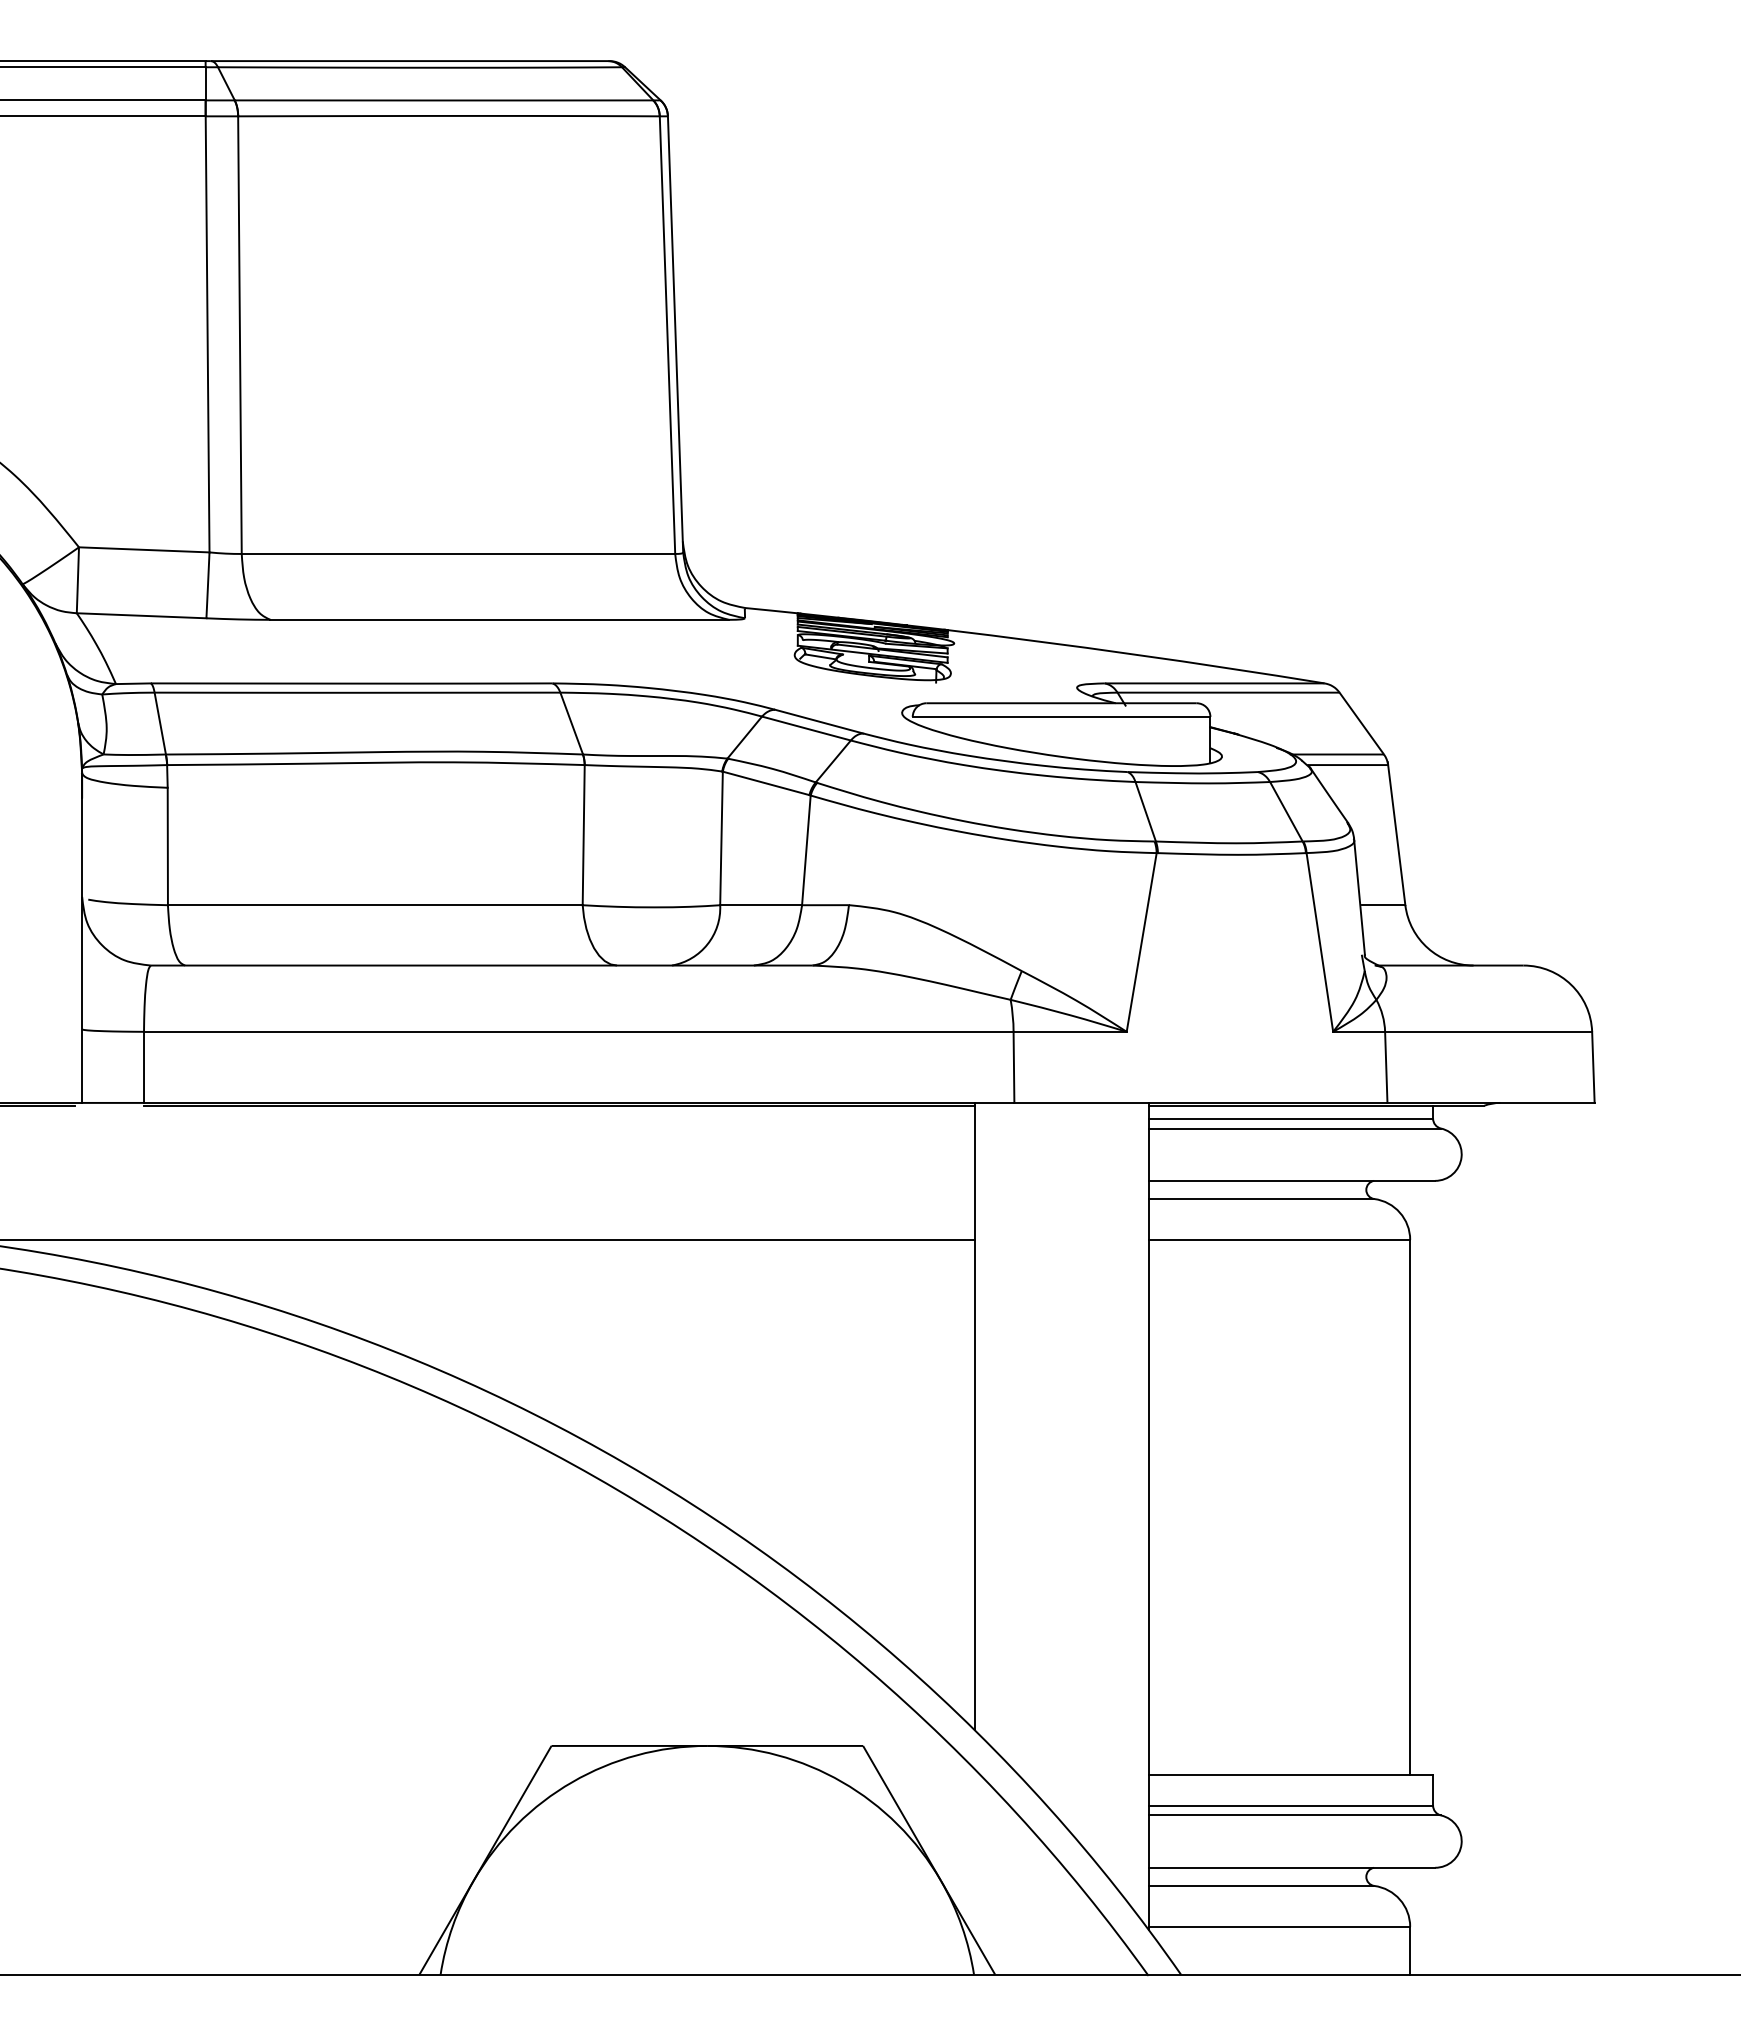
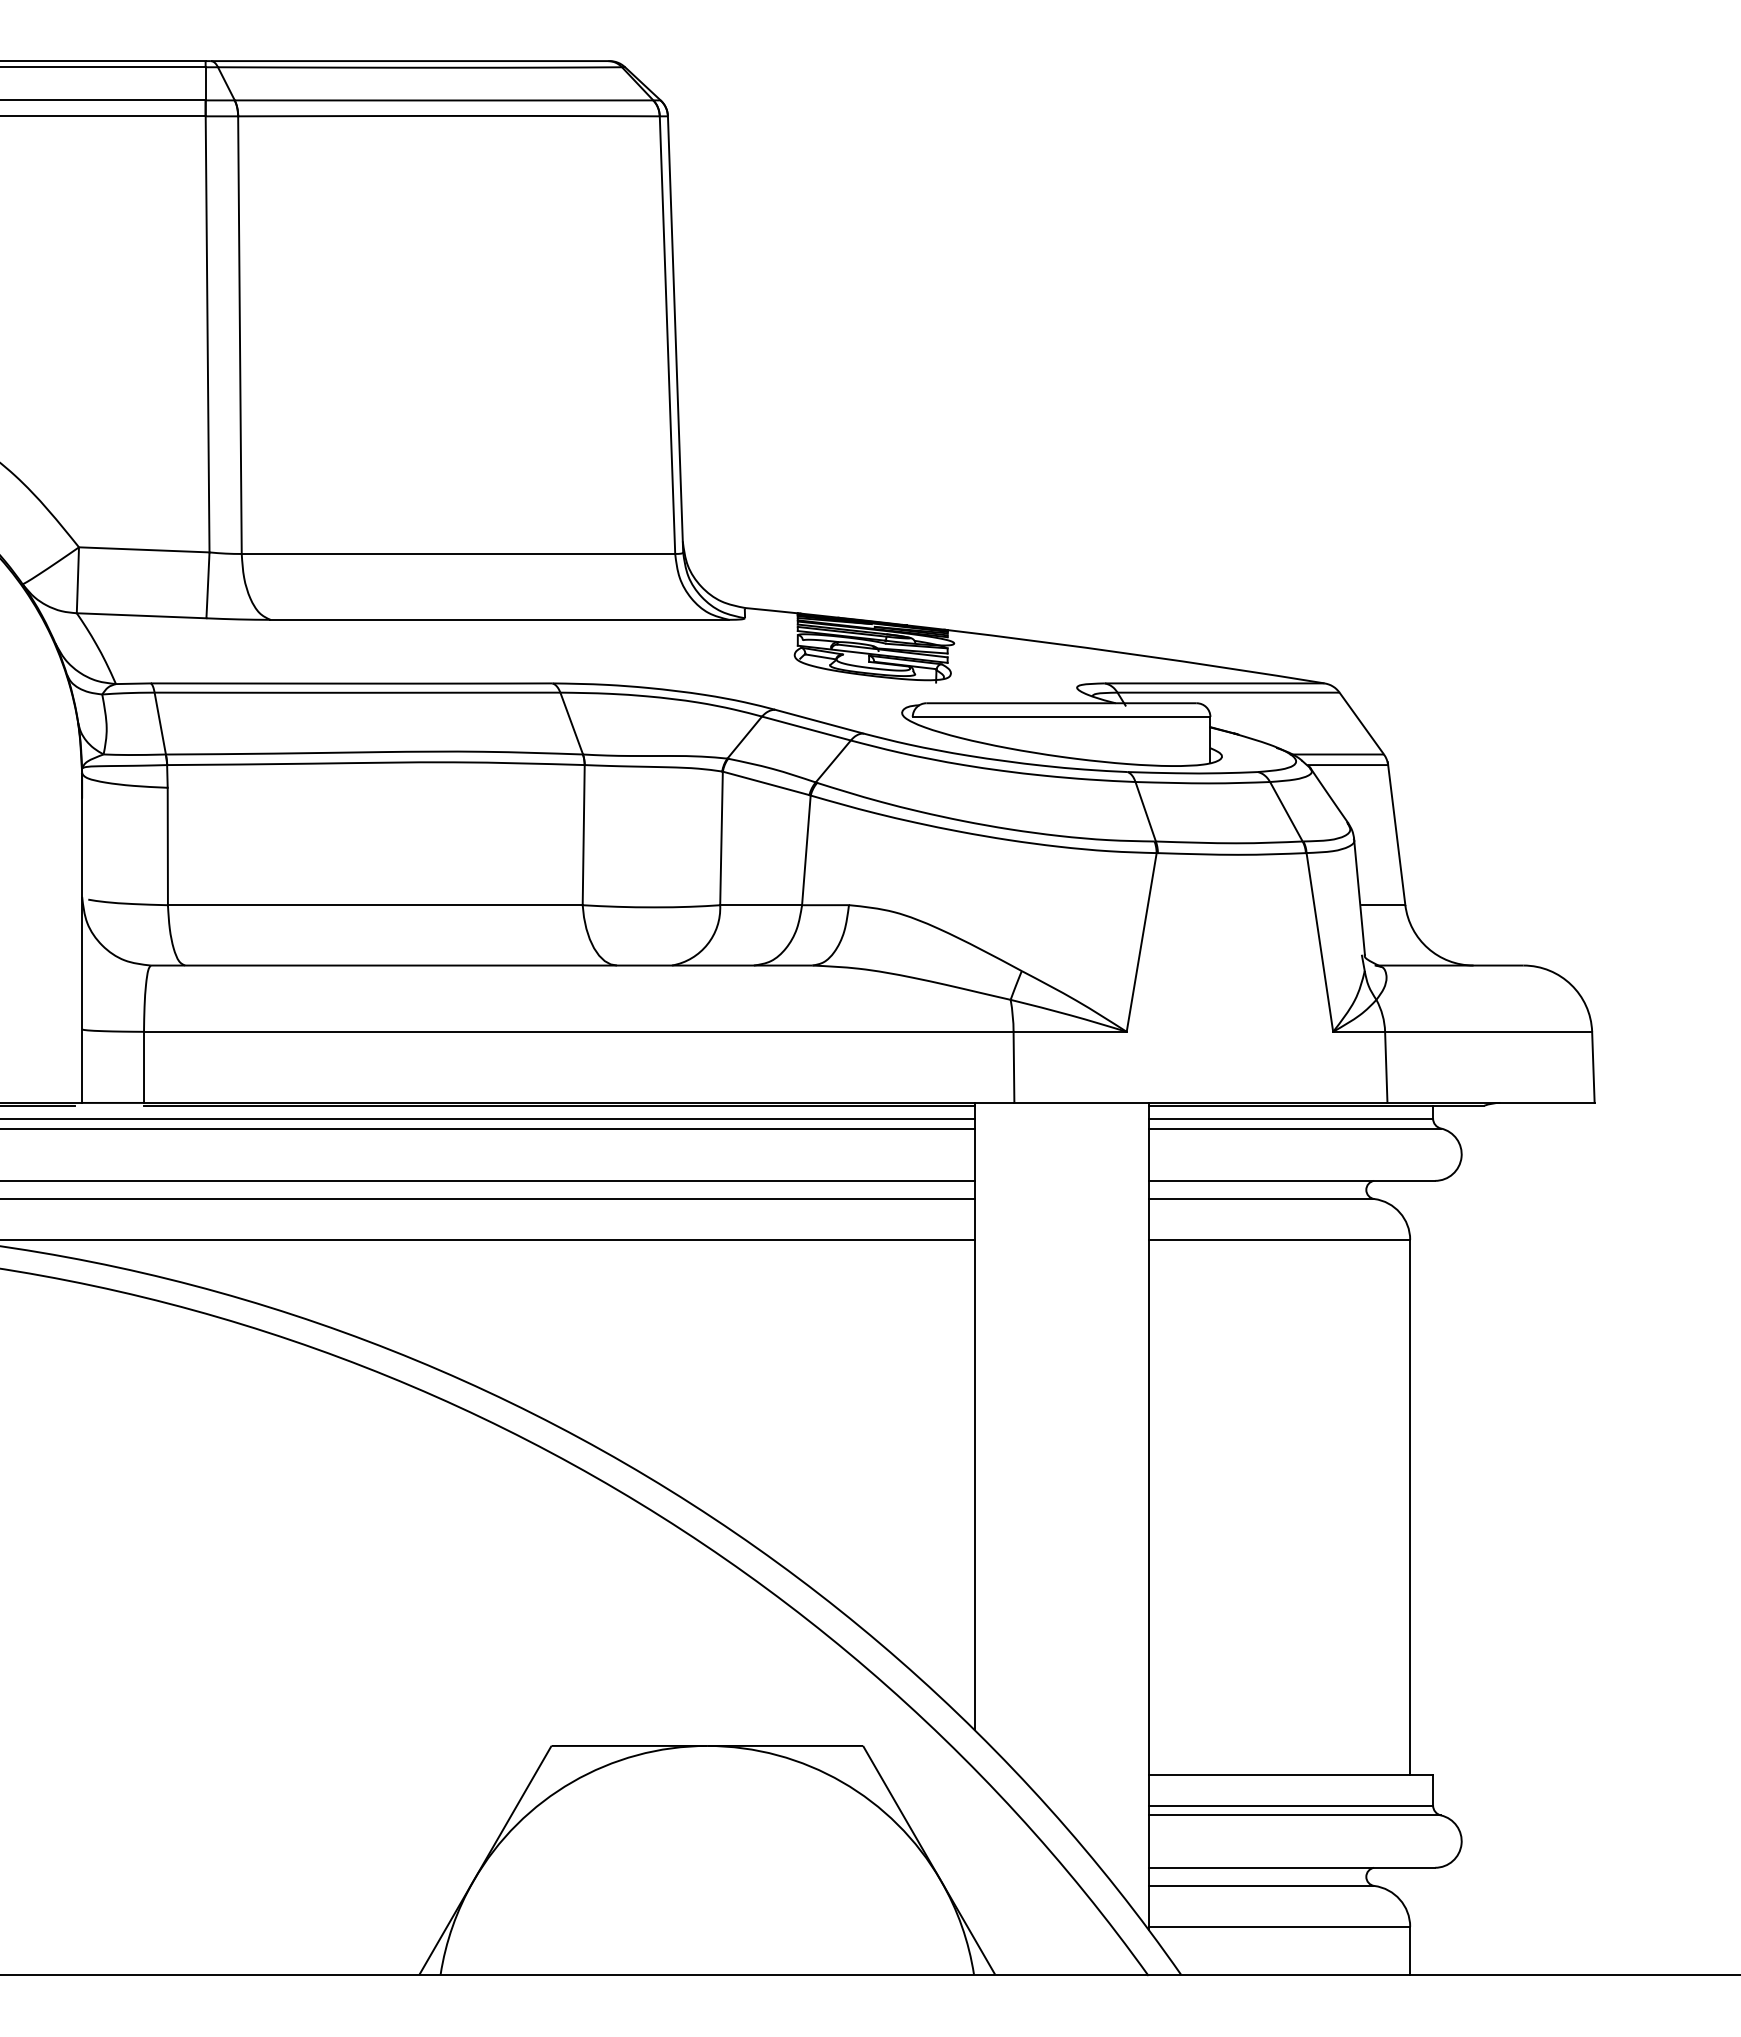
line at (488, 1118): none -> present
line at (488, 1128): none -> present
line at (488, 1180): none -> present
line at (488, 1199): none -> present
